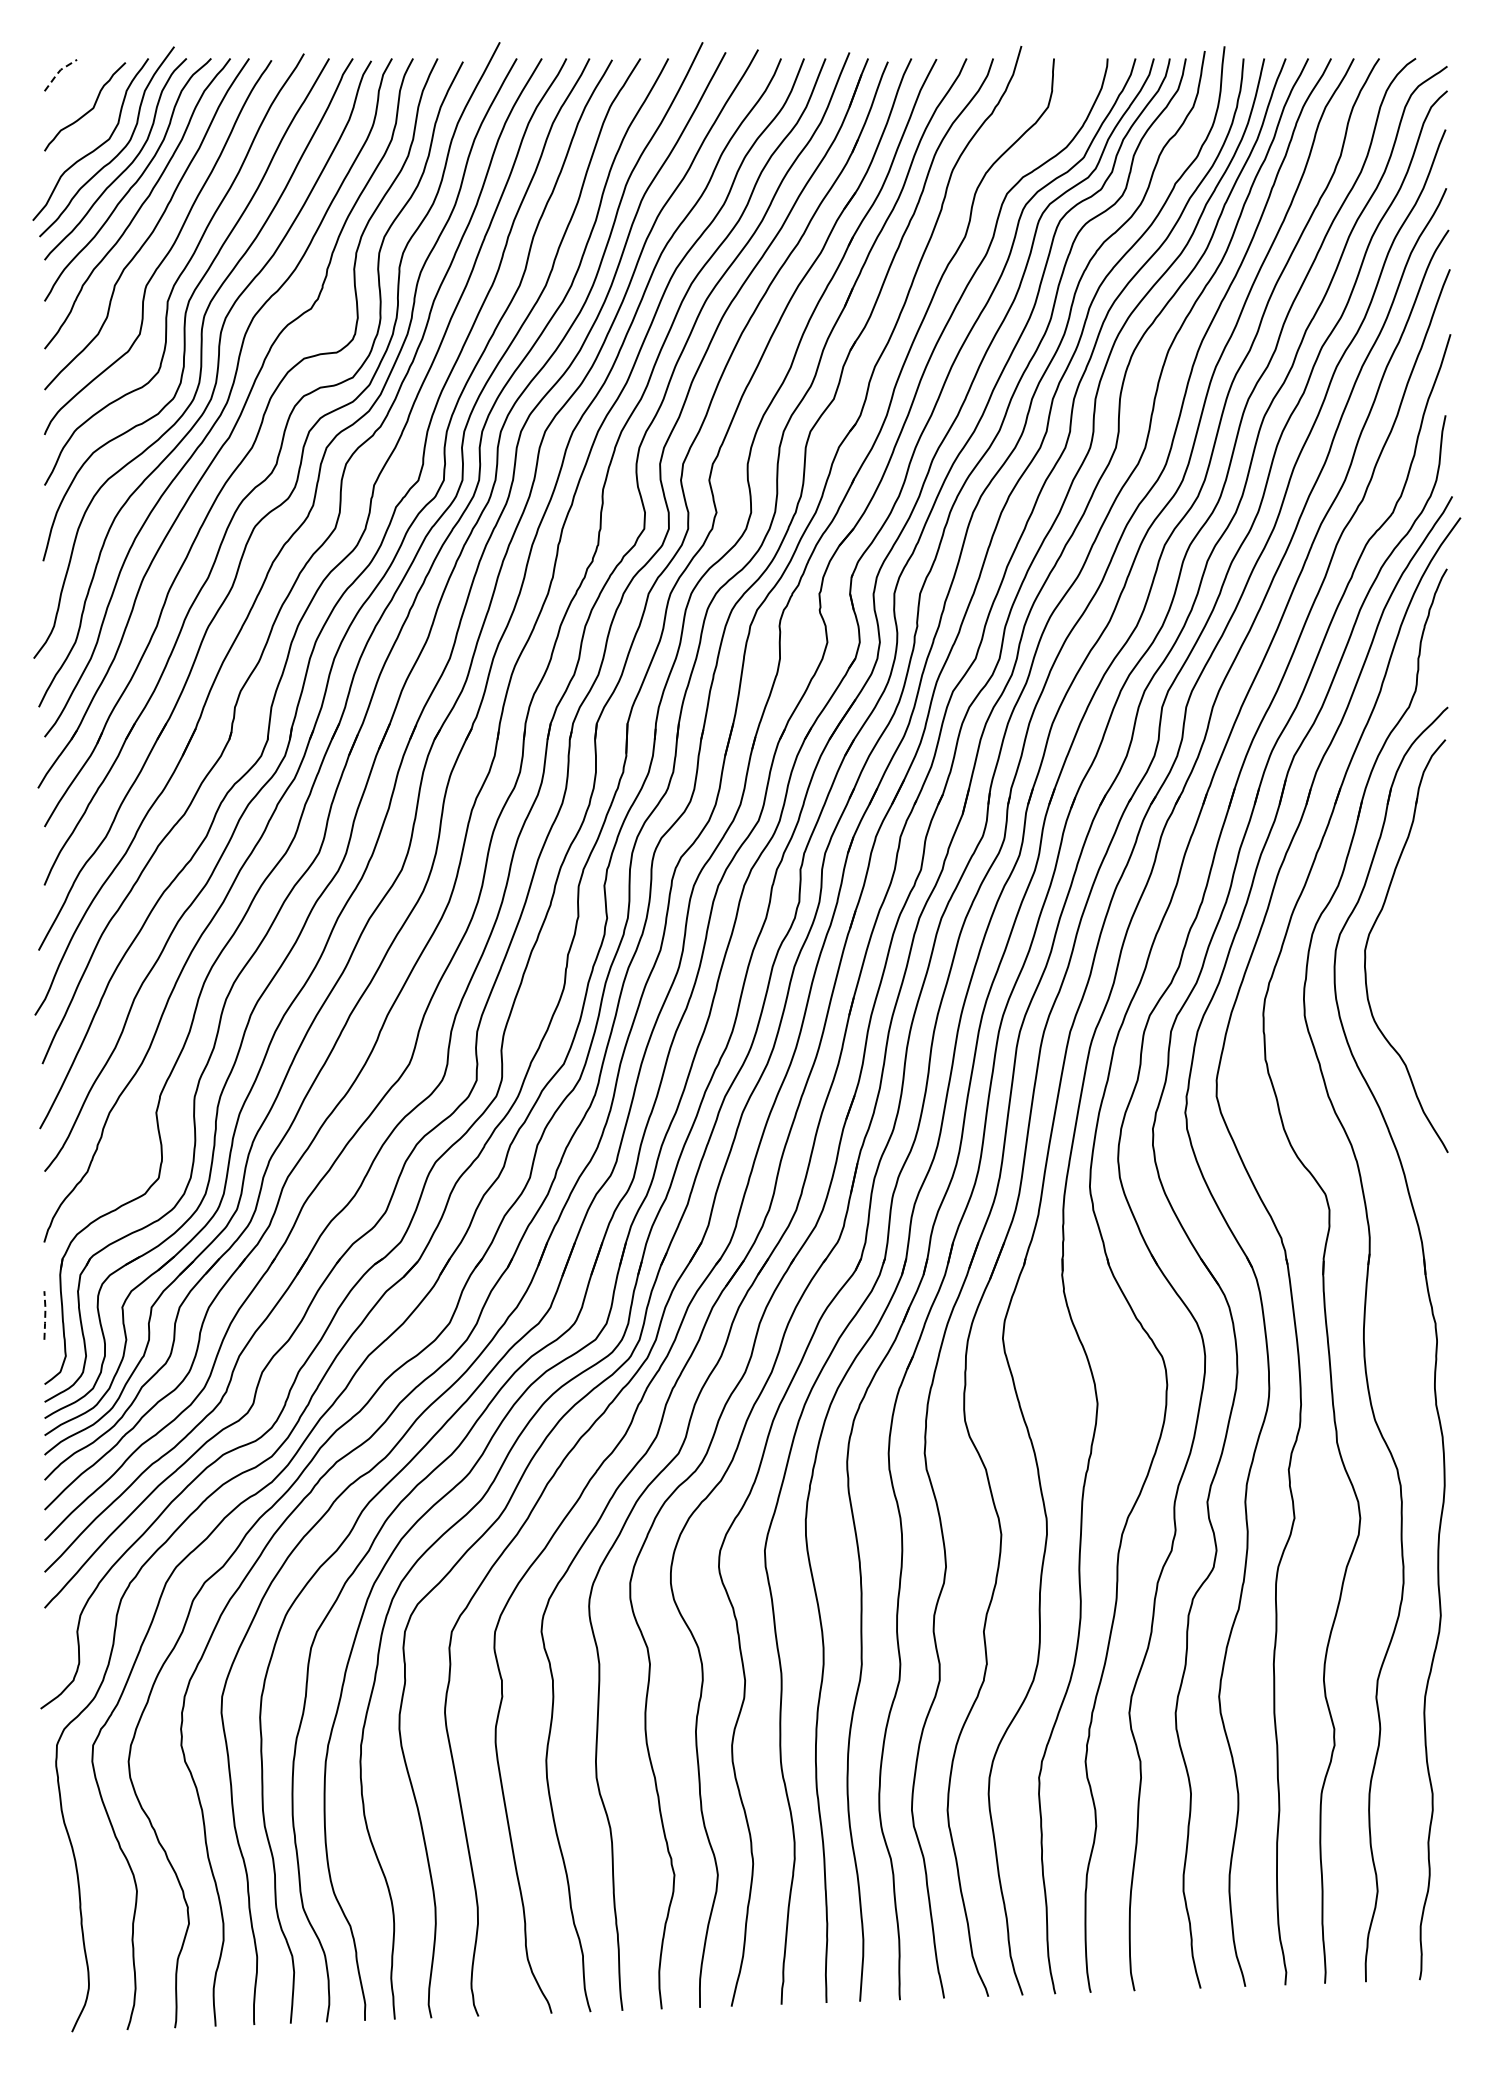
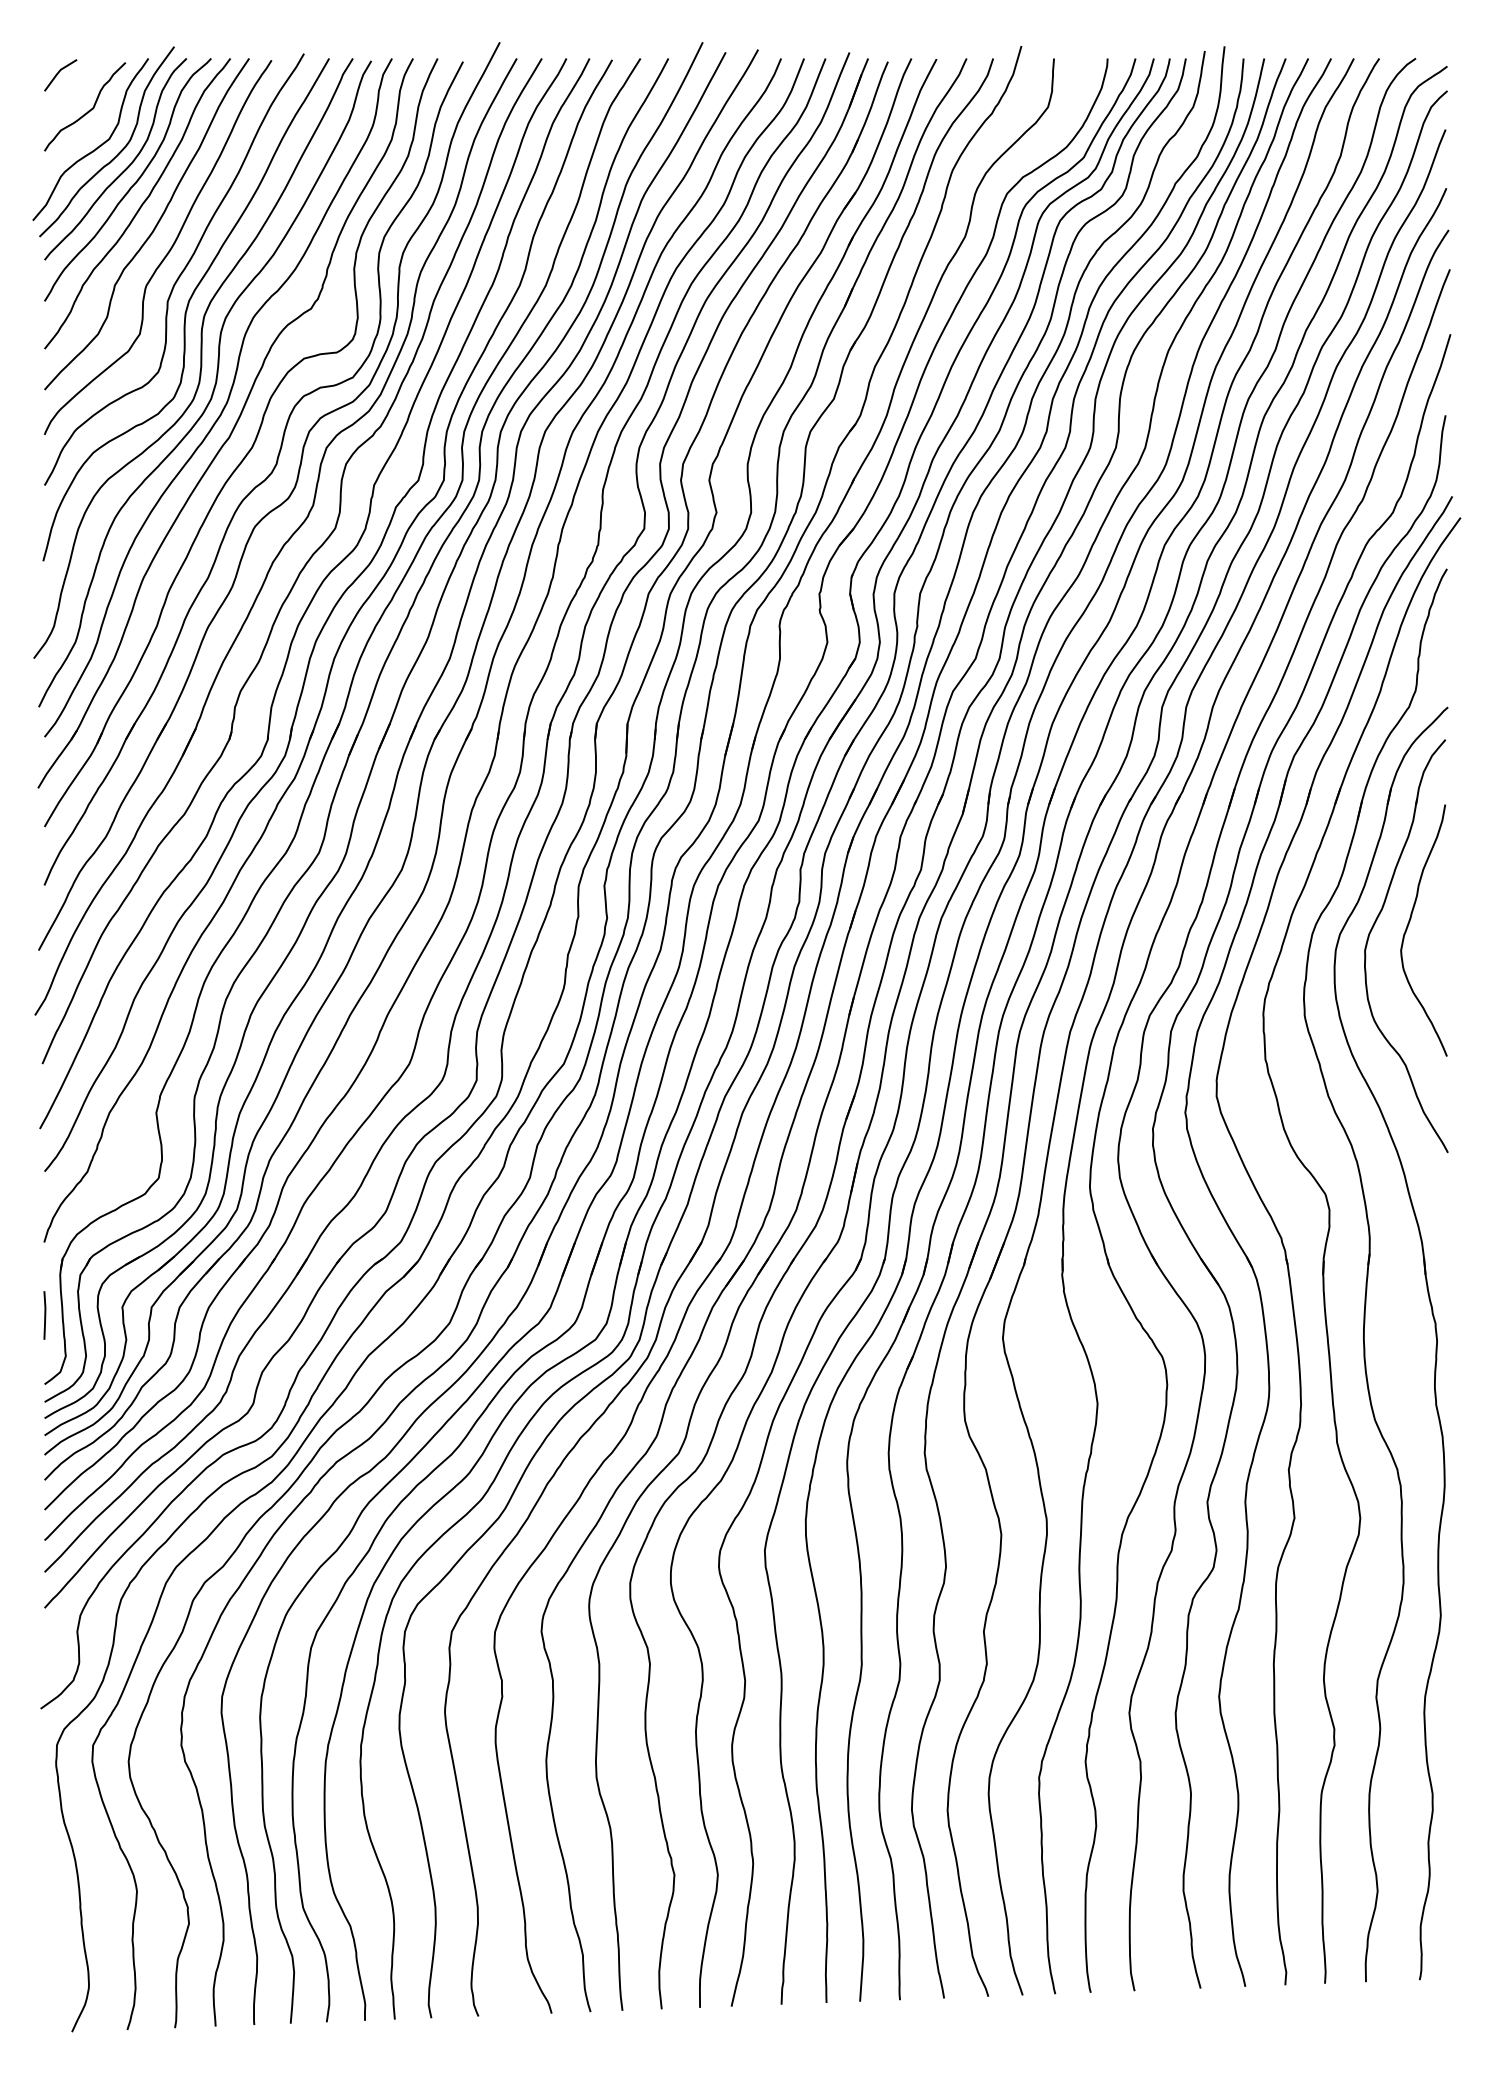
line at (58, 72): dashed -> solid
curve at (1409, 924): none -> present
line at (45, 1314): dashed -> solid
